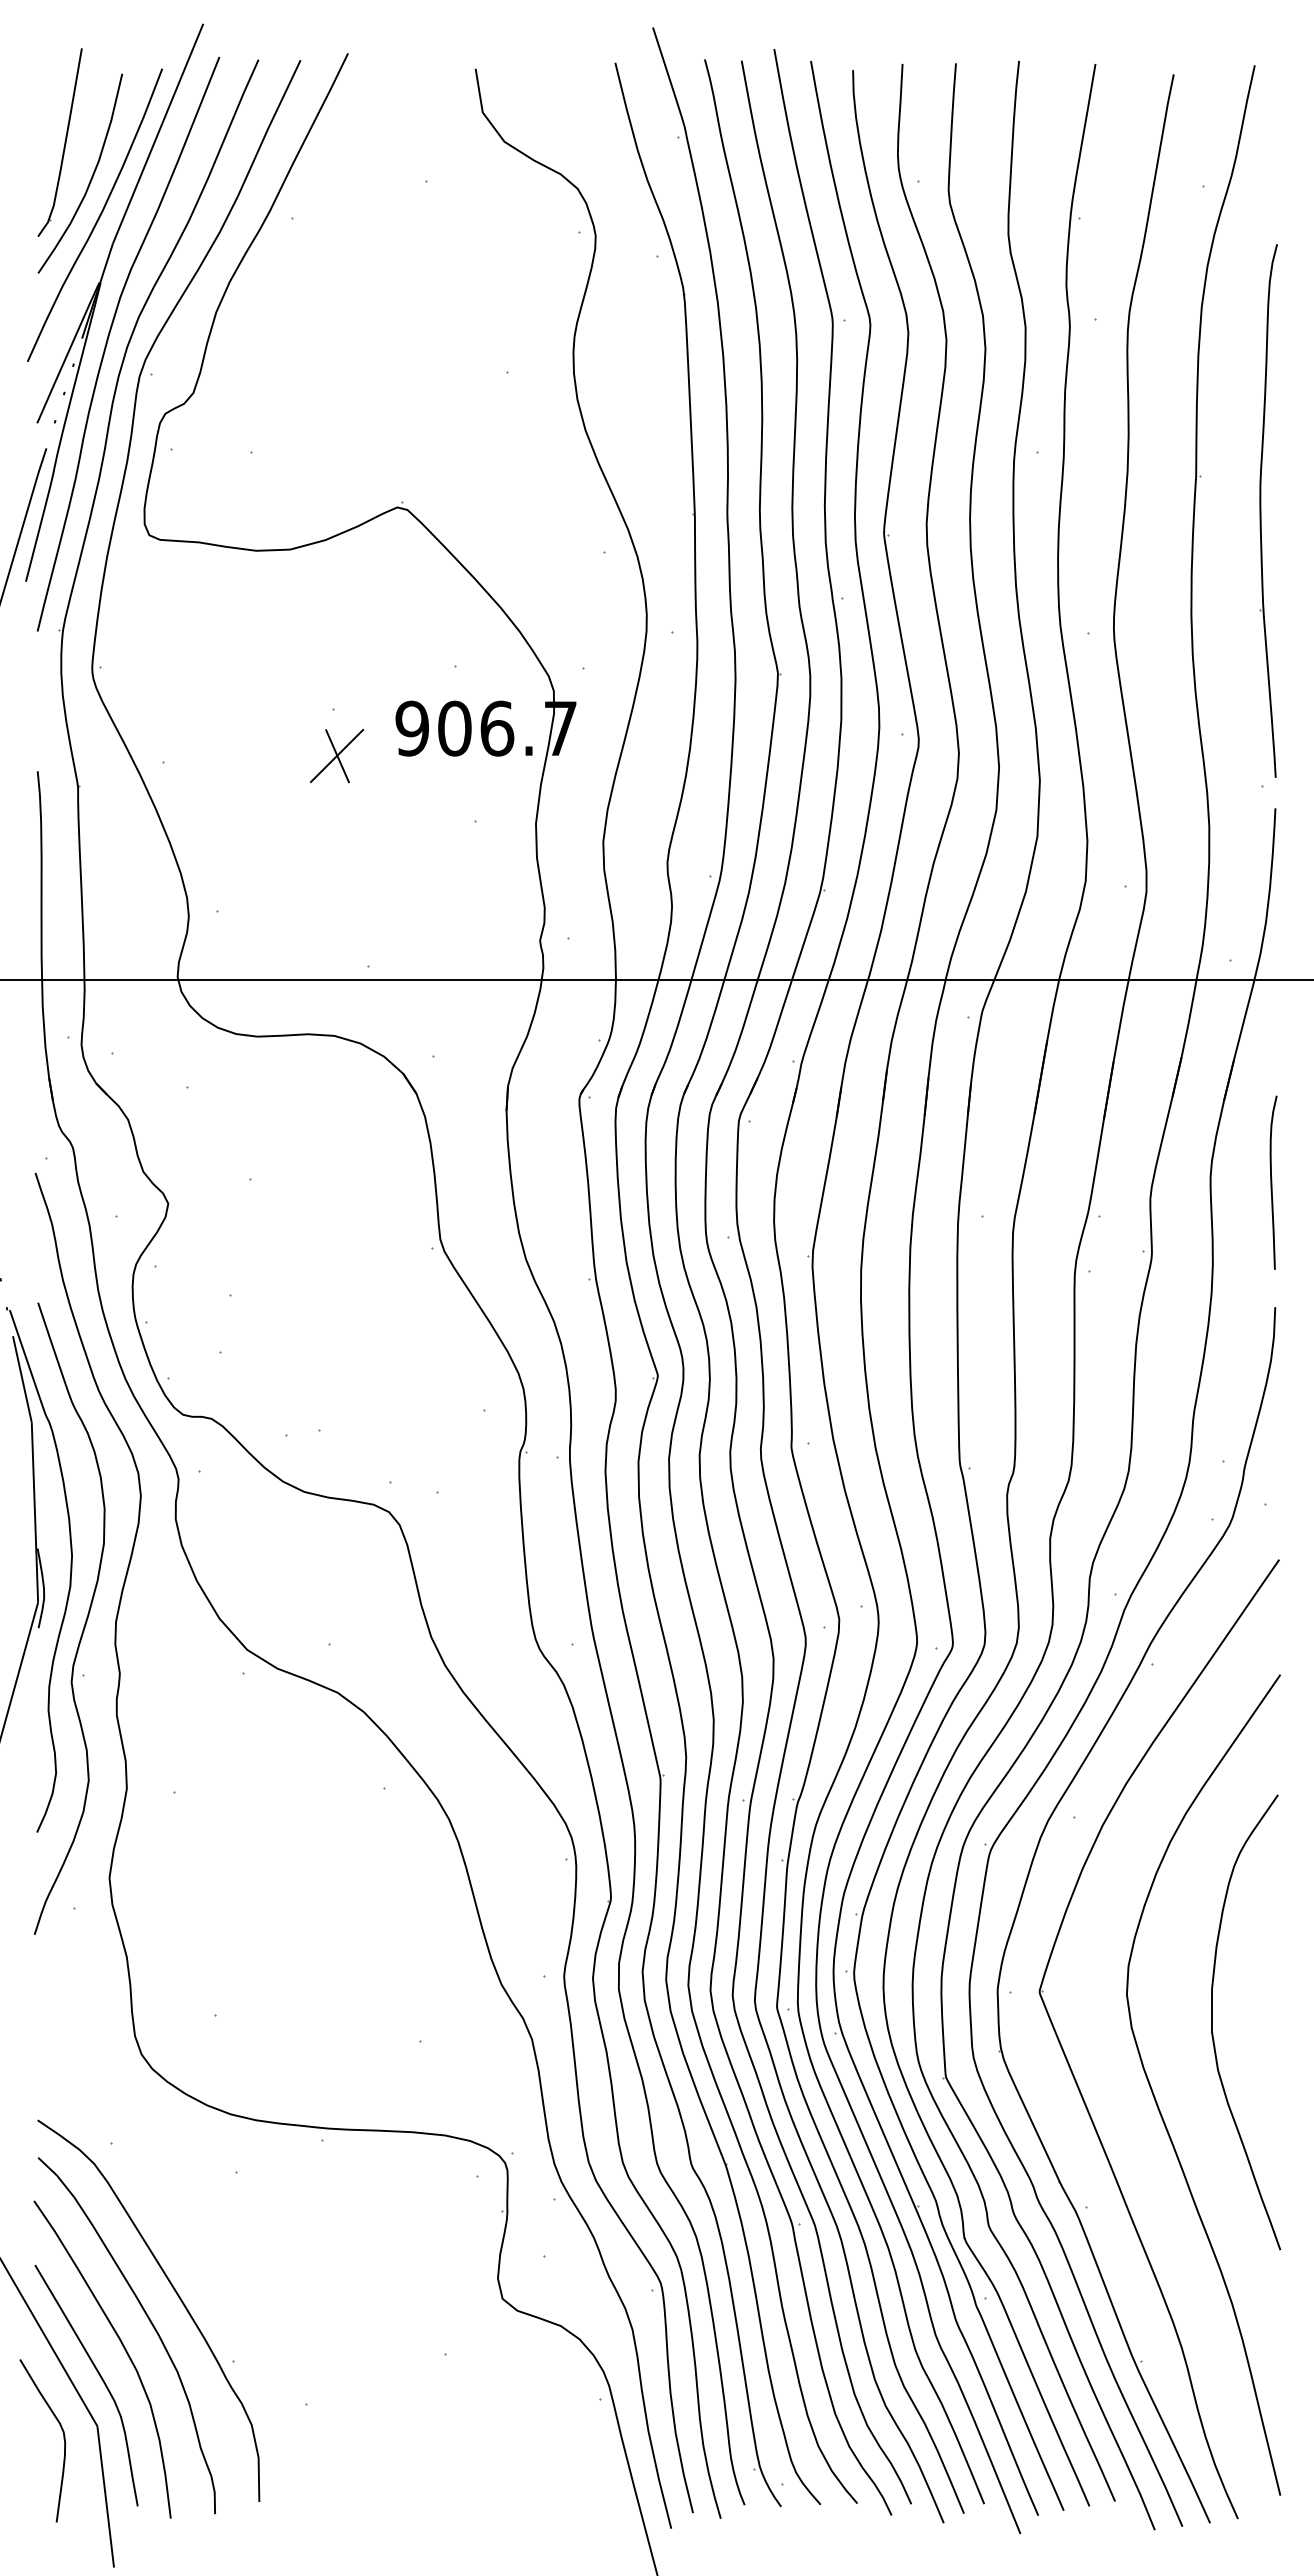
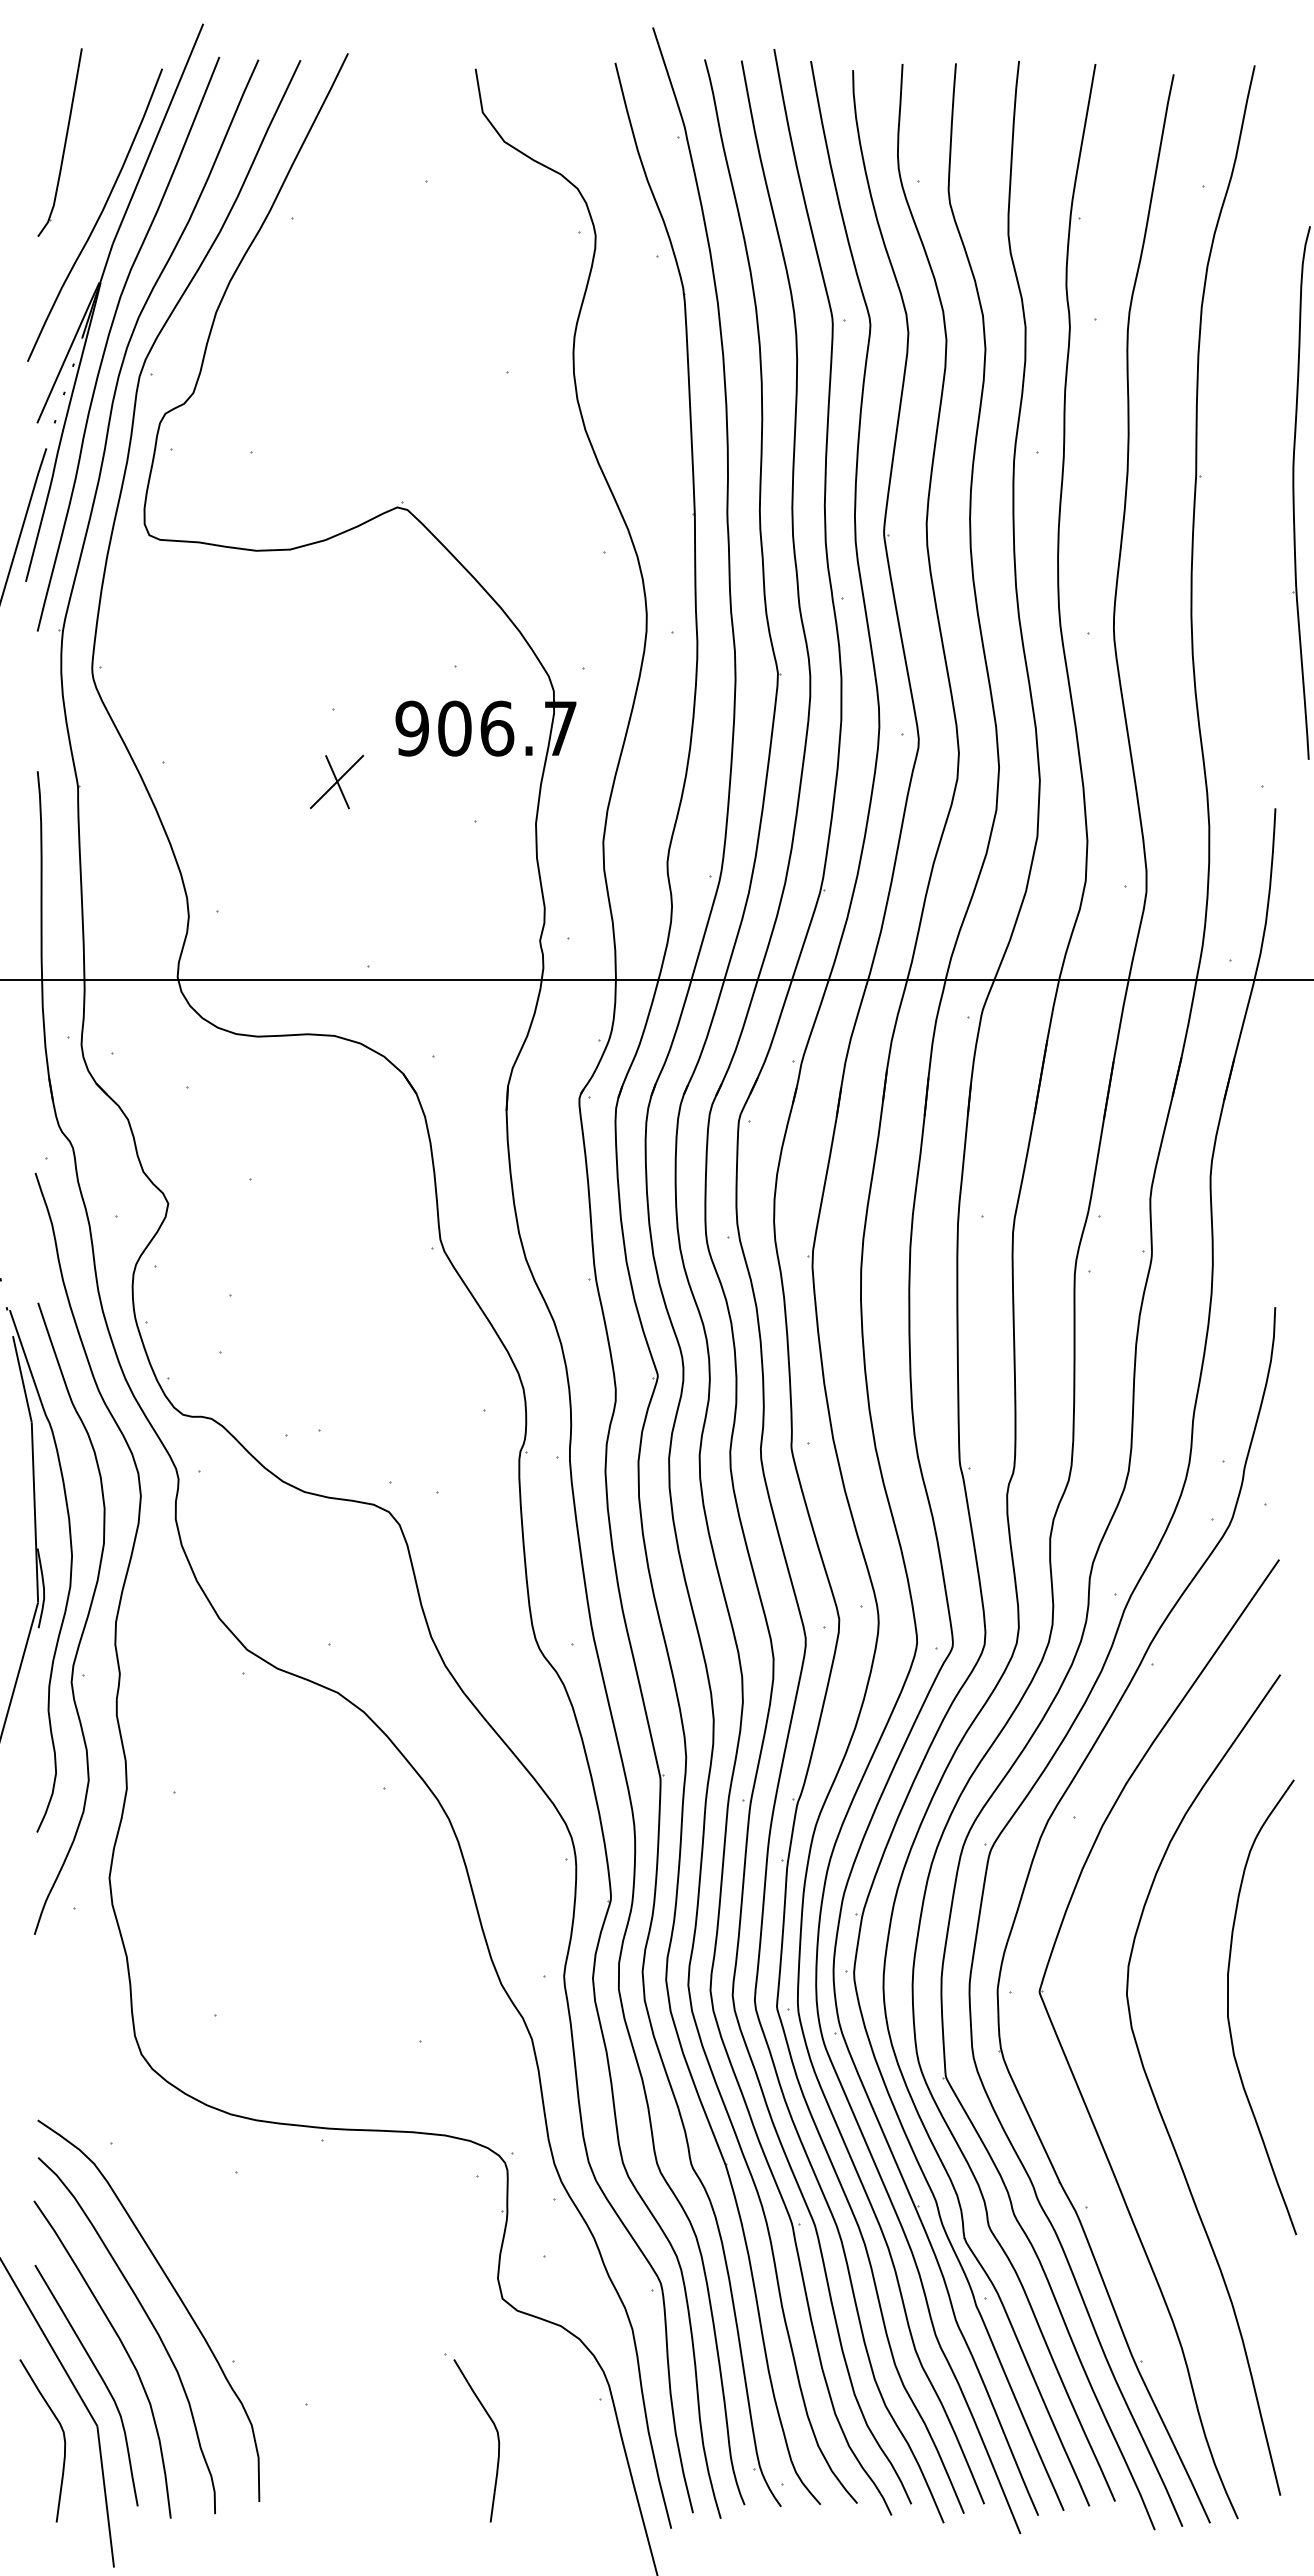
curve at (90, 178): present -> none
part at (1261, 510) position: (1261, 510) -> (1294, 492)
part at (337, 755) position: (337, 755) -> (337, 781)
curve at (1272, 1182): present -> none
curve at (1212, 2022) position: (1212, 2022) -> (1228, 2007)
curve at (497, 2439): none -> present
